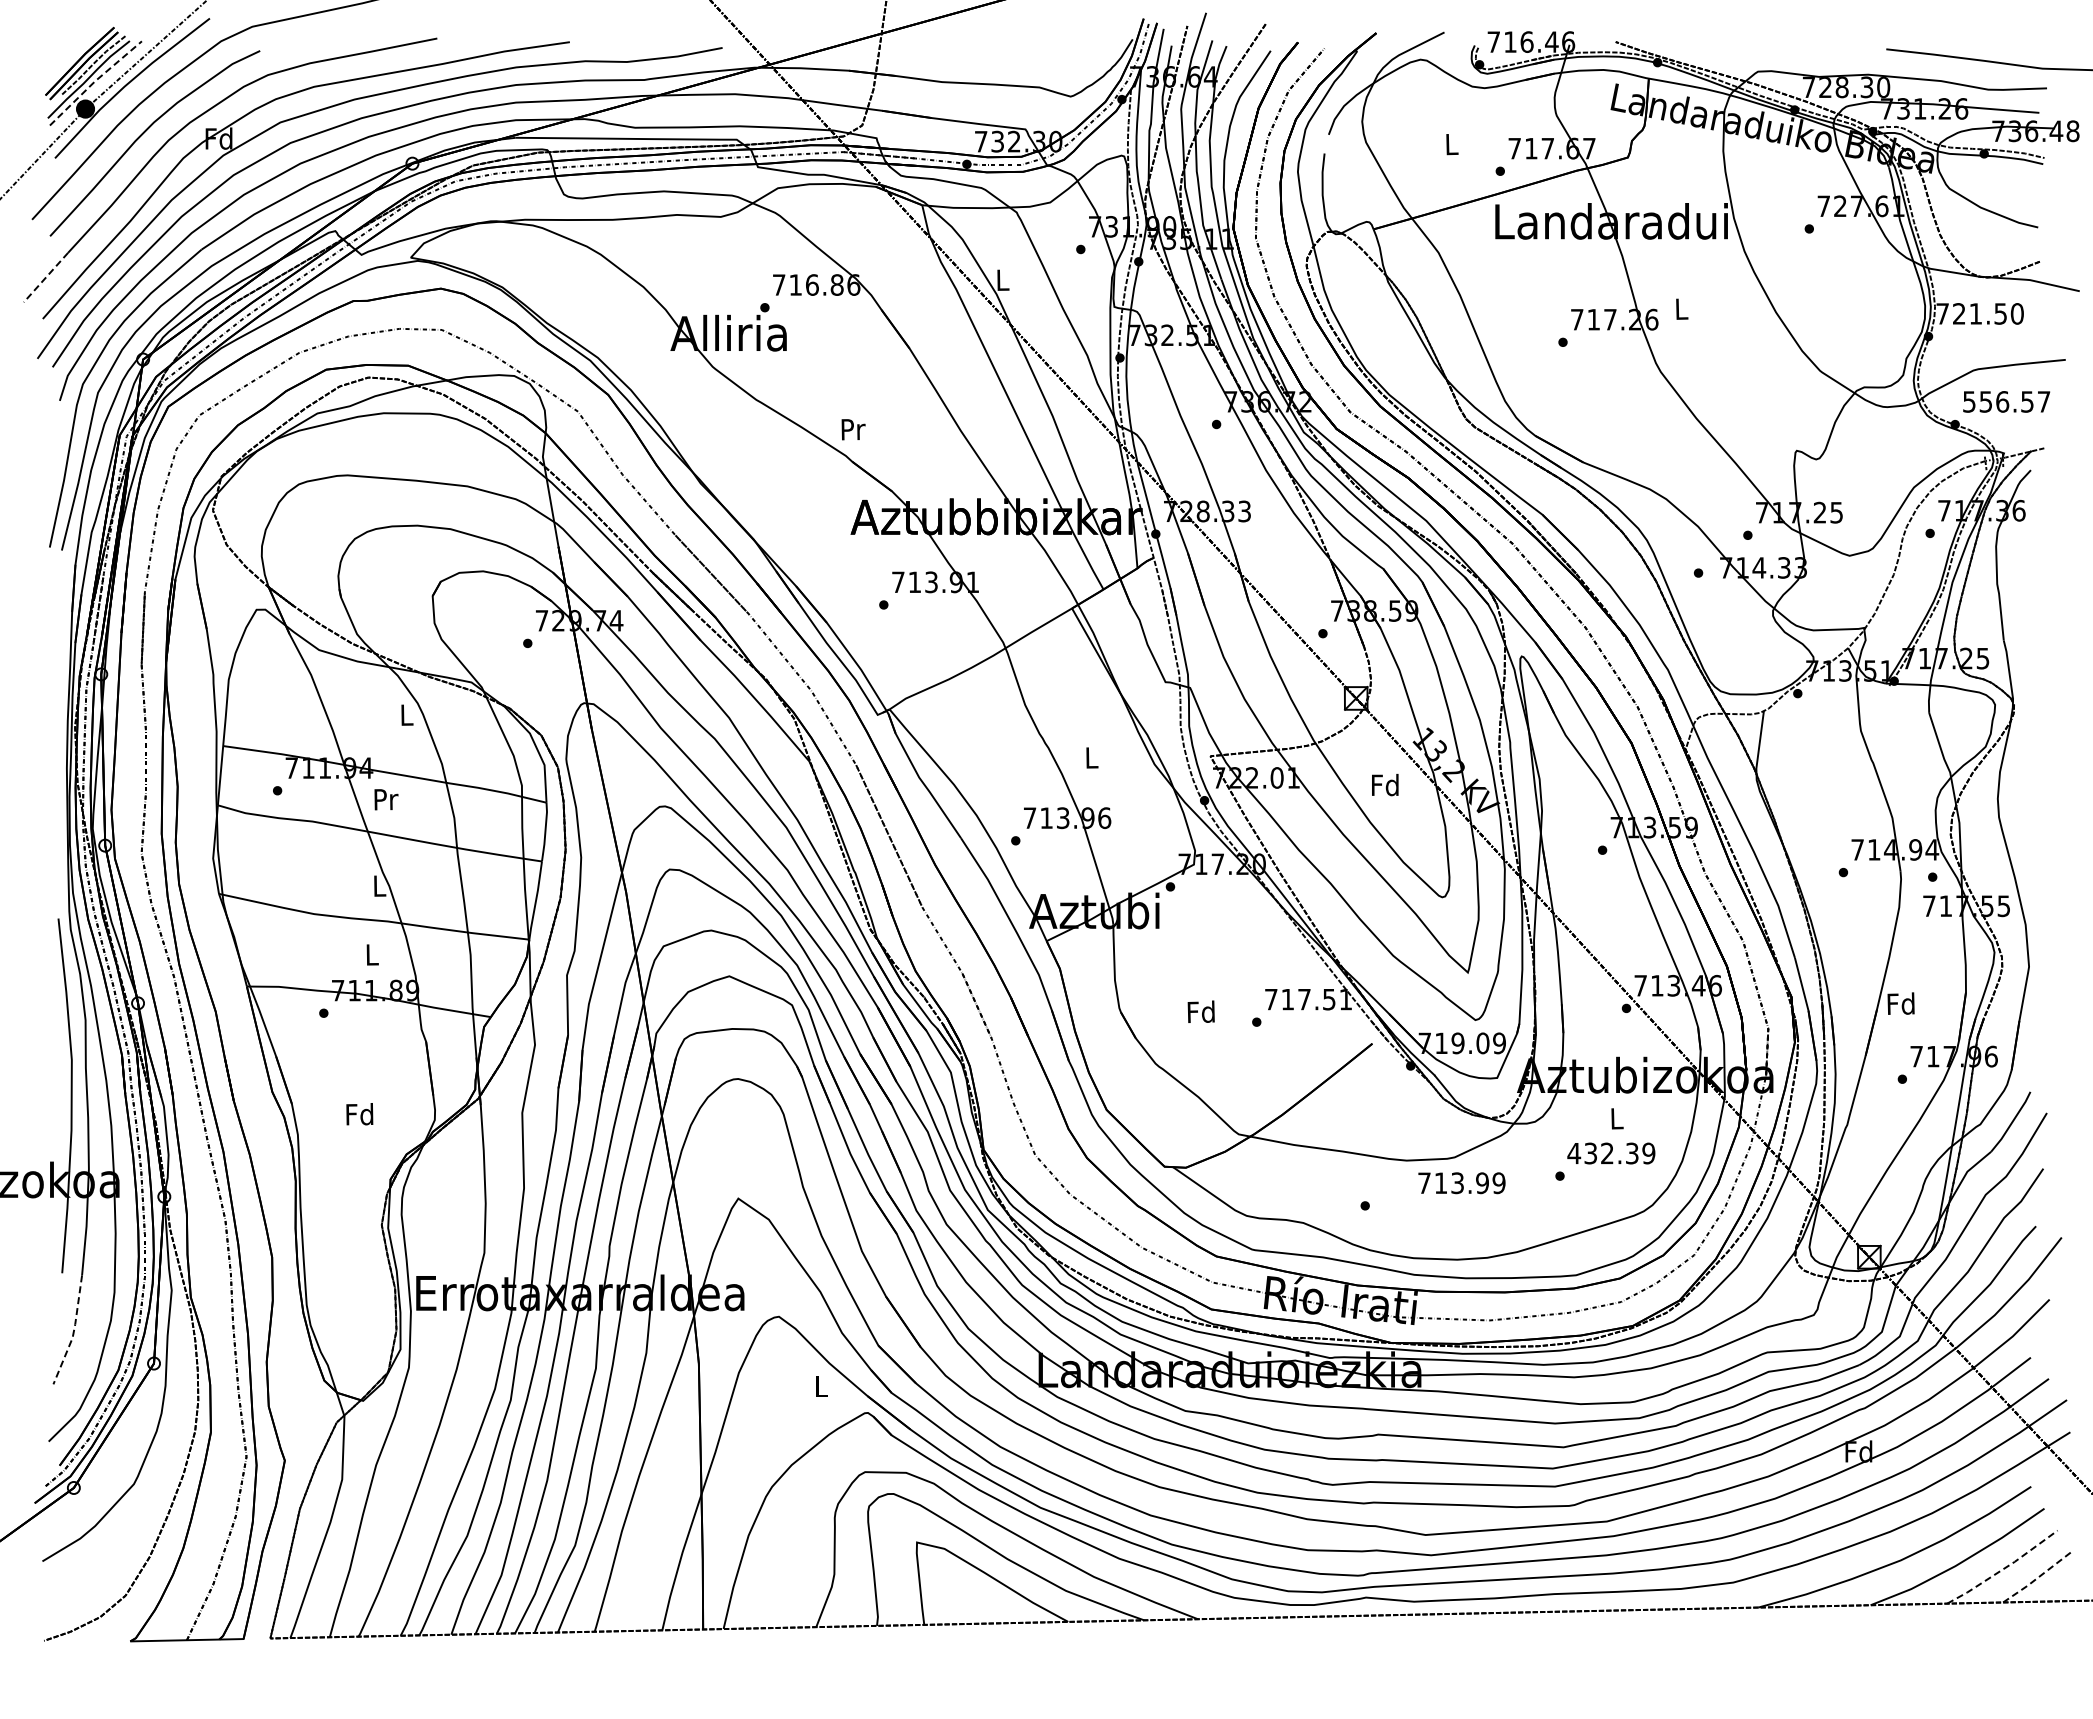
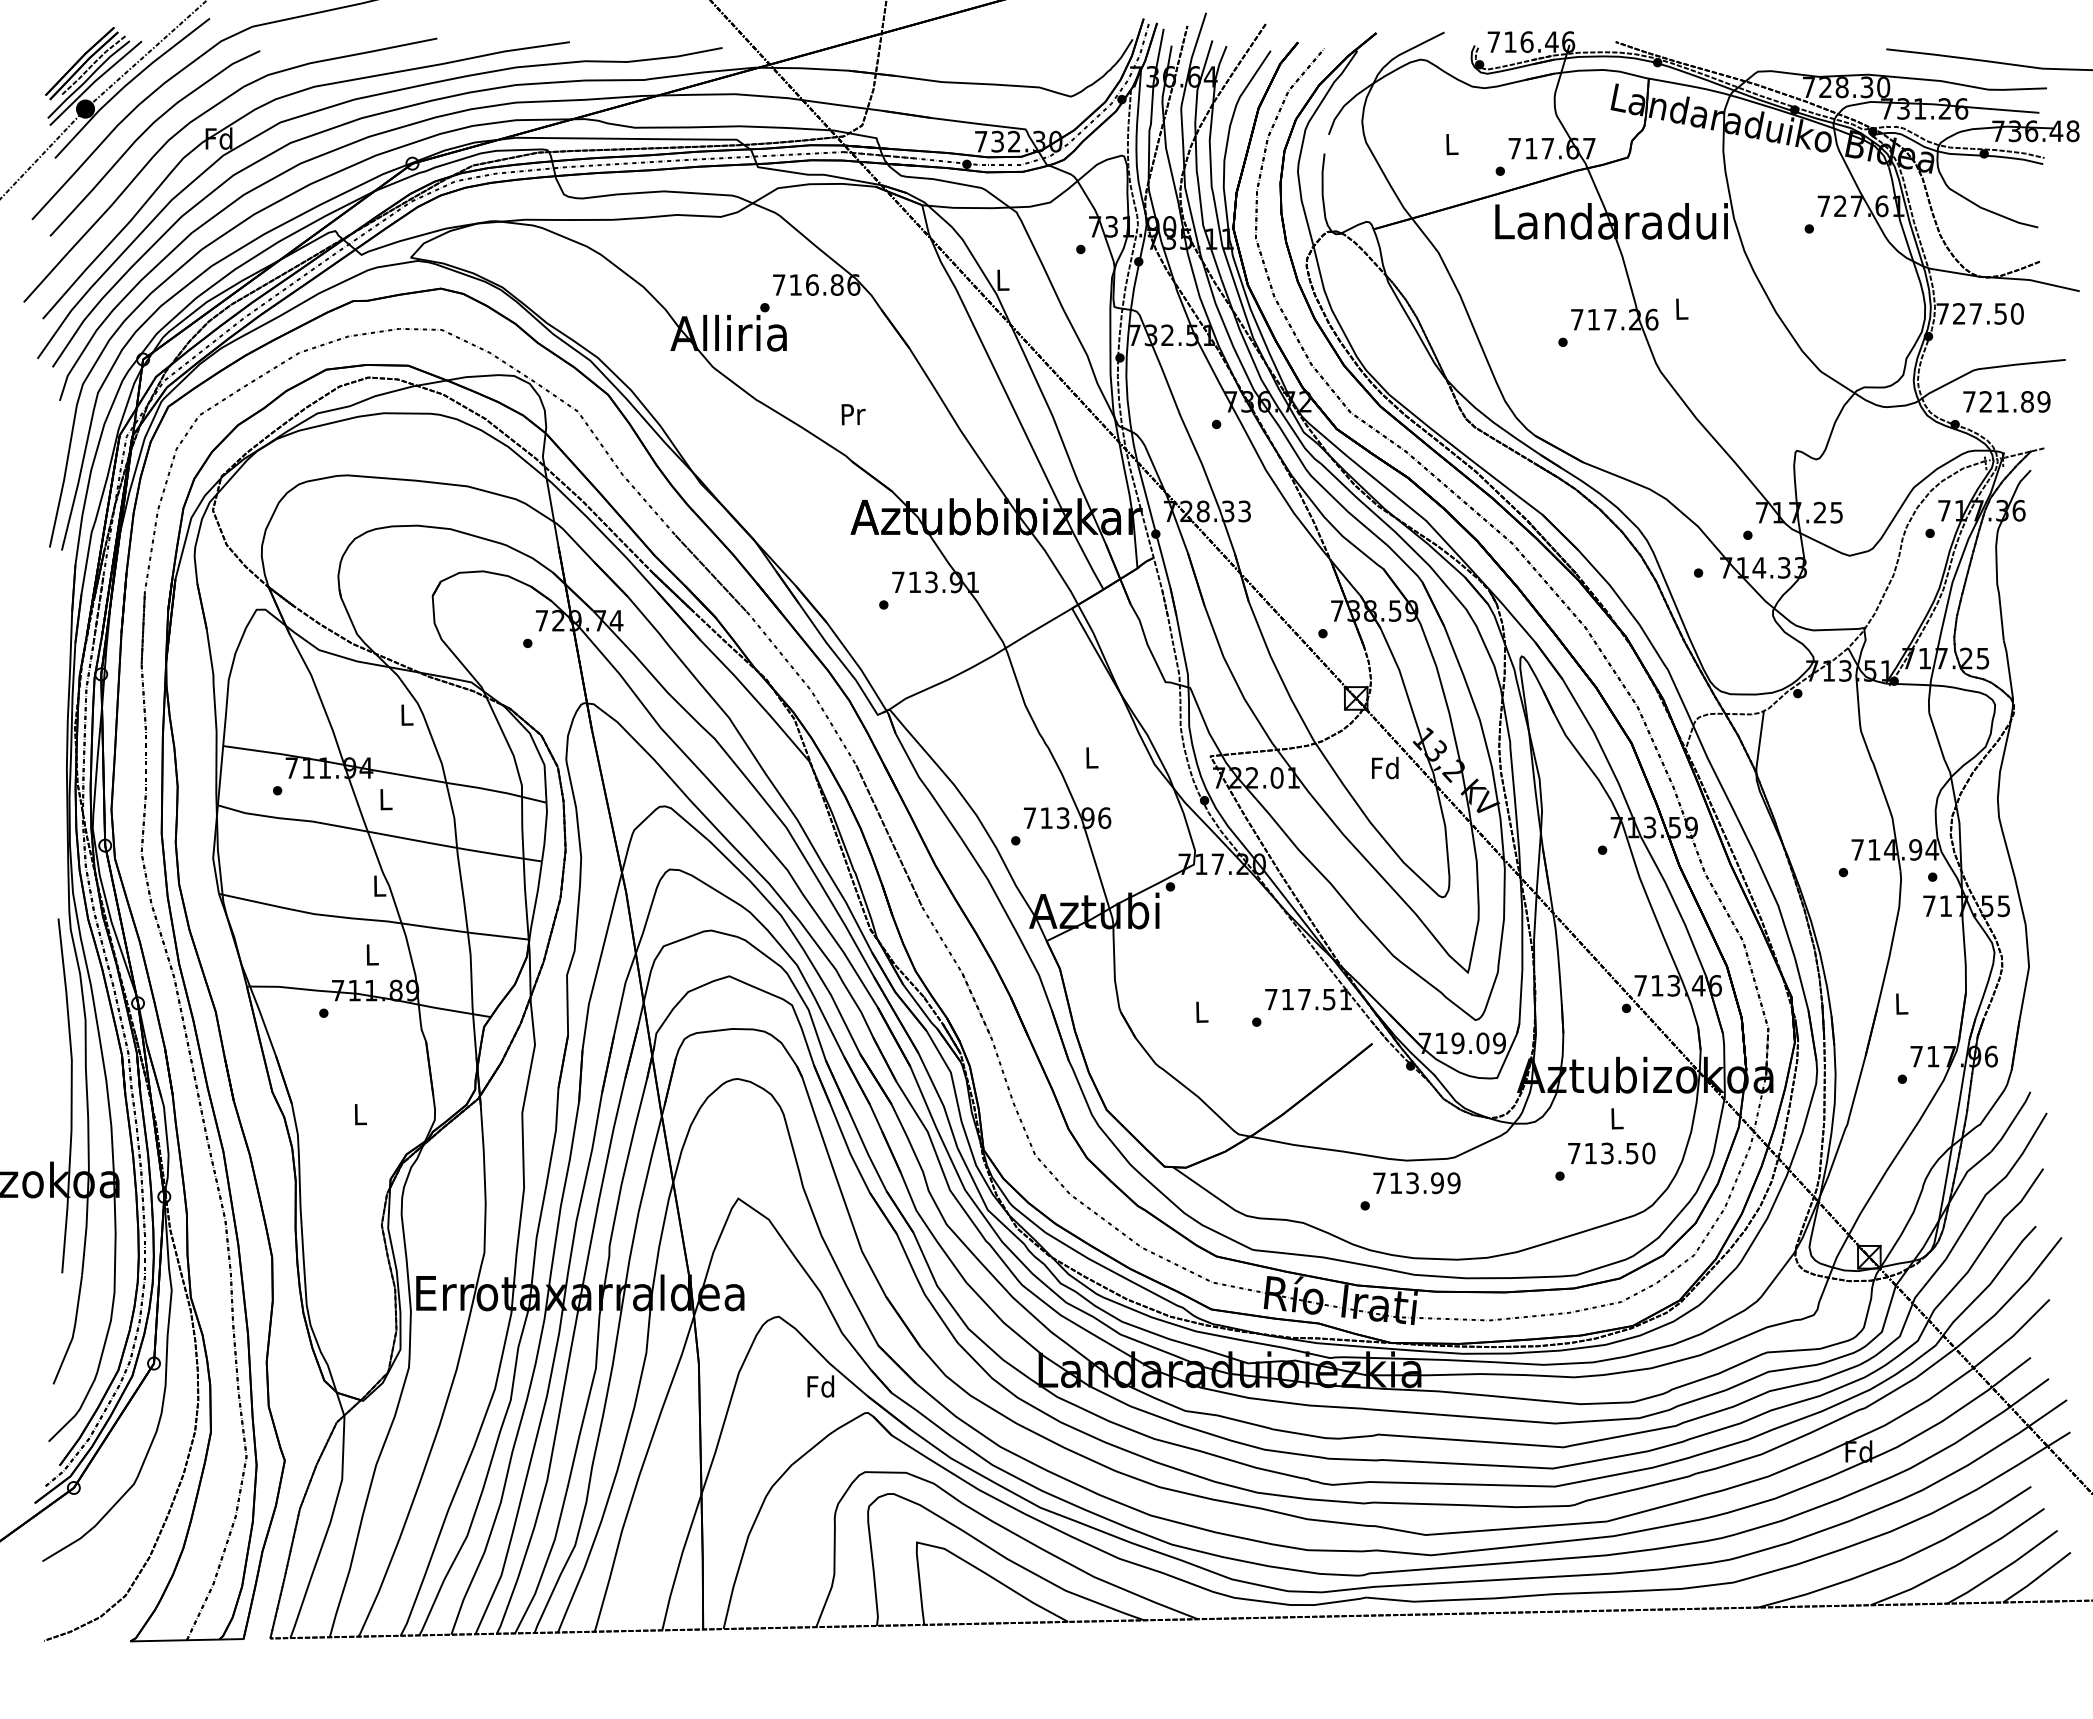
line at (95, 81): dashed -> solid
line at (45, 277): dashed -> solid
text at (1975, 313): 721.50 -> 727.50
text at (2006, 401): 556.57 -> 721.89
text at (853, 429) position: (853, 429) -> (853, 414)
text at (1385, 785) position: (1385, 785) -> (1385, 768)
text at (386, 799): Pr -> L
text at (1900, 1003): Fd -> L
text at (1200, 1011): Fd -> L
text at (359, 1114): Fd -> L
text at (1611, 1153): 432.39 -> 713.50
text at (1461, 1183) position: (1461, 1183) -> (1416, 1183)
line at (73, 1332): dashed -> solid
text at (820, 1386): L -> Fd
line at (2003, 1568): dashed -> solid
line at (2036, 1578): dashed -> solid
